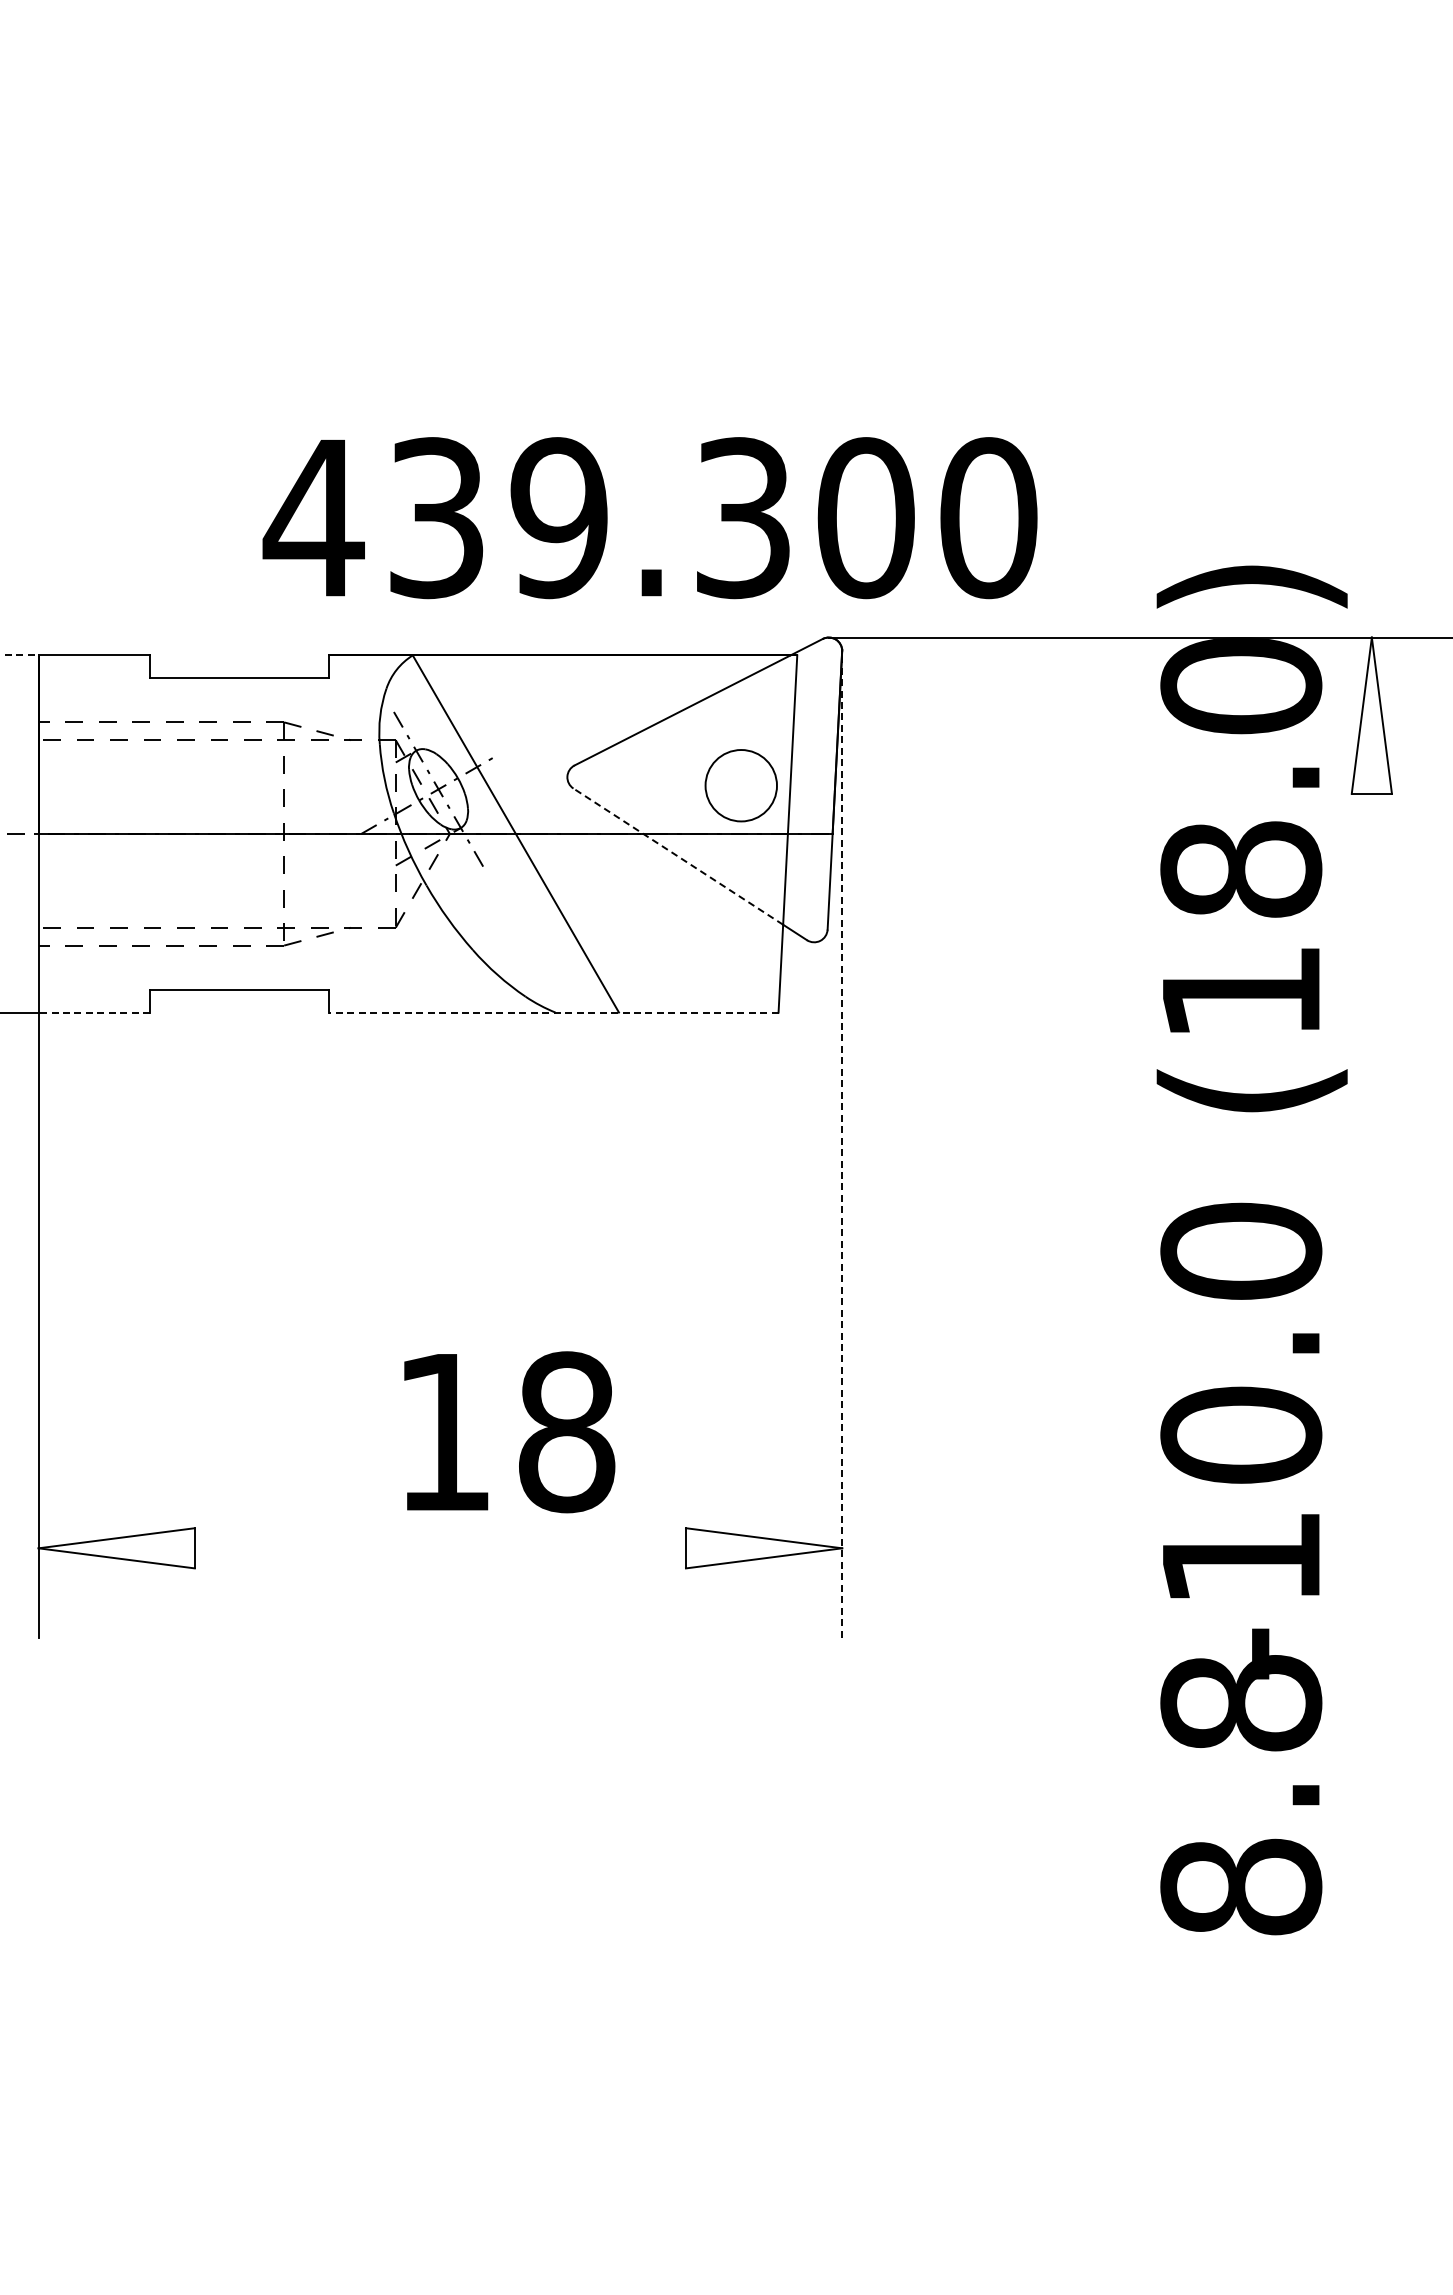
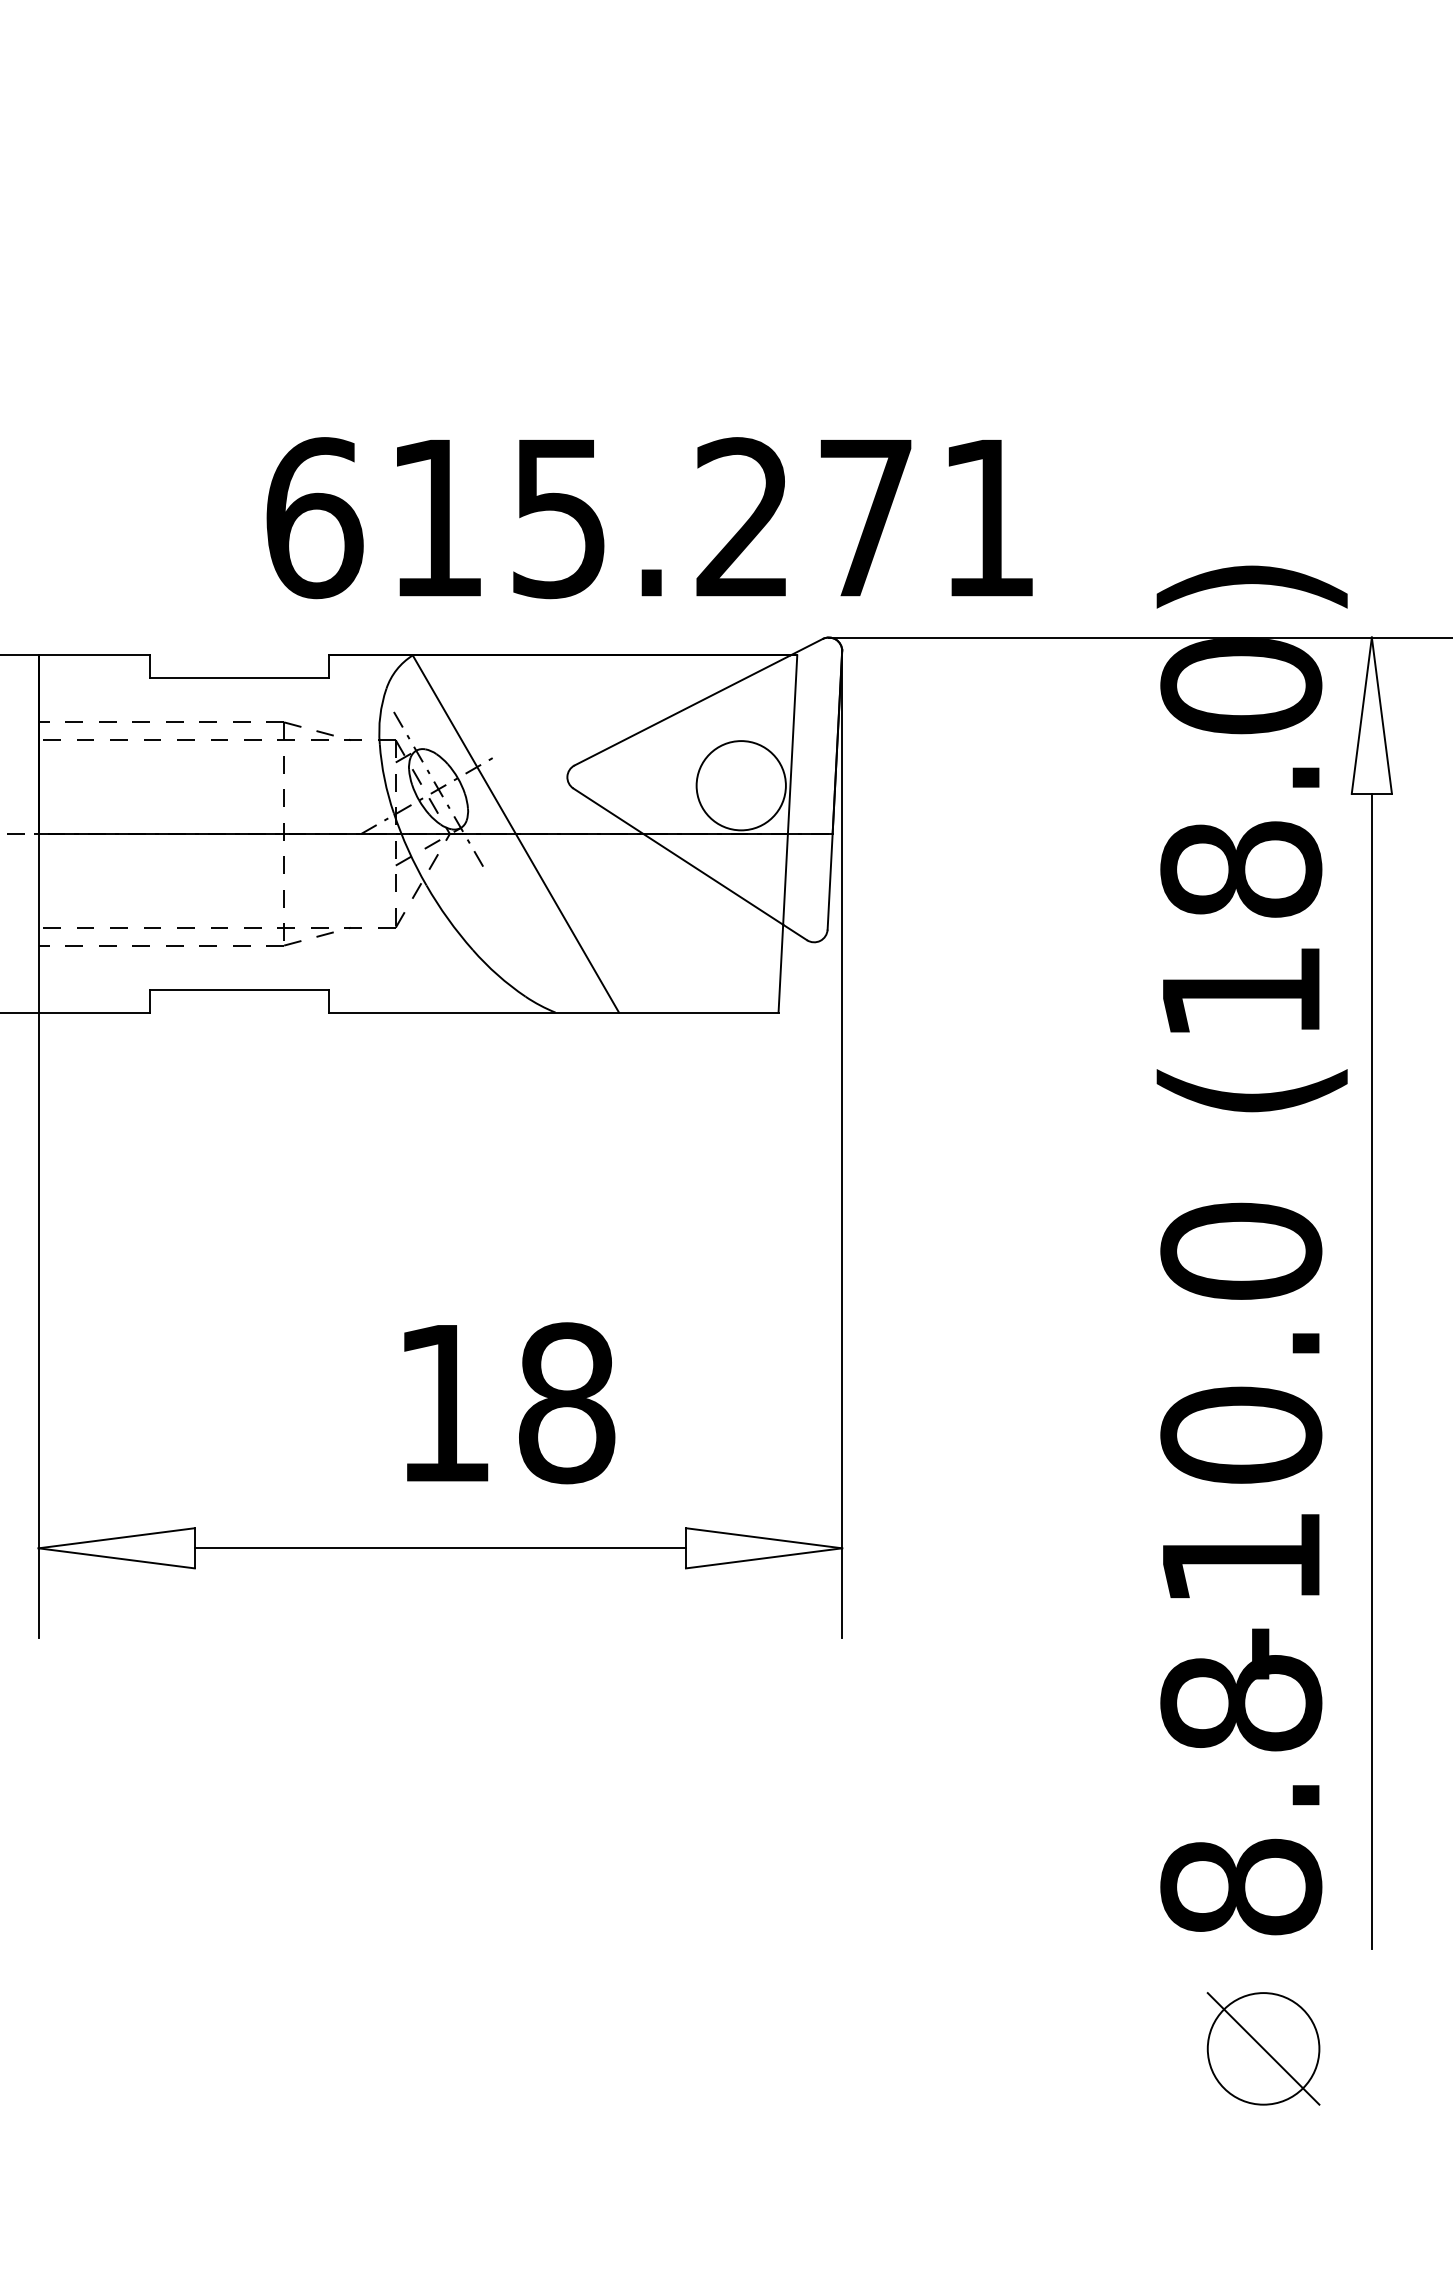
text at (649, 518): 439.300 -> 615.271
line at (19, 655): dashed -> solid
circle at (741, 785) diameter: 71 px -> 89 px
line at (677, 856): dashed -> solid
line at (94, 1012): dashed -> solid
line at (553, 1012): dashed -> solid
line at (842, 1143): dashed -> solid
line at (1371, 1370): none -> present
text at (509, 1432) position: (509, 1432) -> (509, 1403)
line at (439, 1548): none -> present
part at (1263, 2048): none -> present
